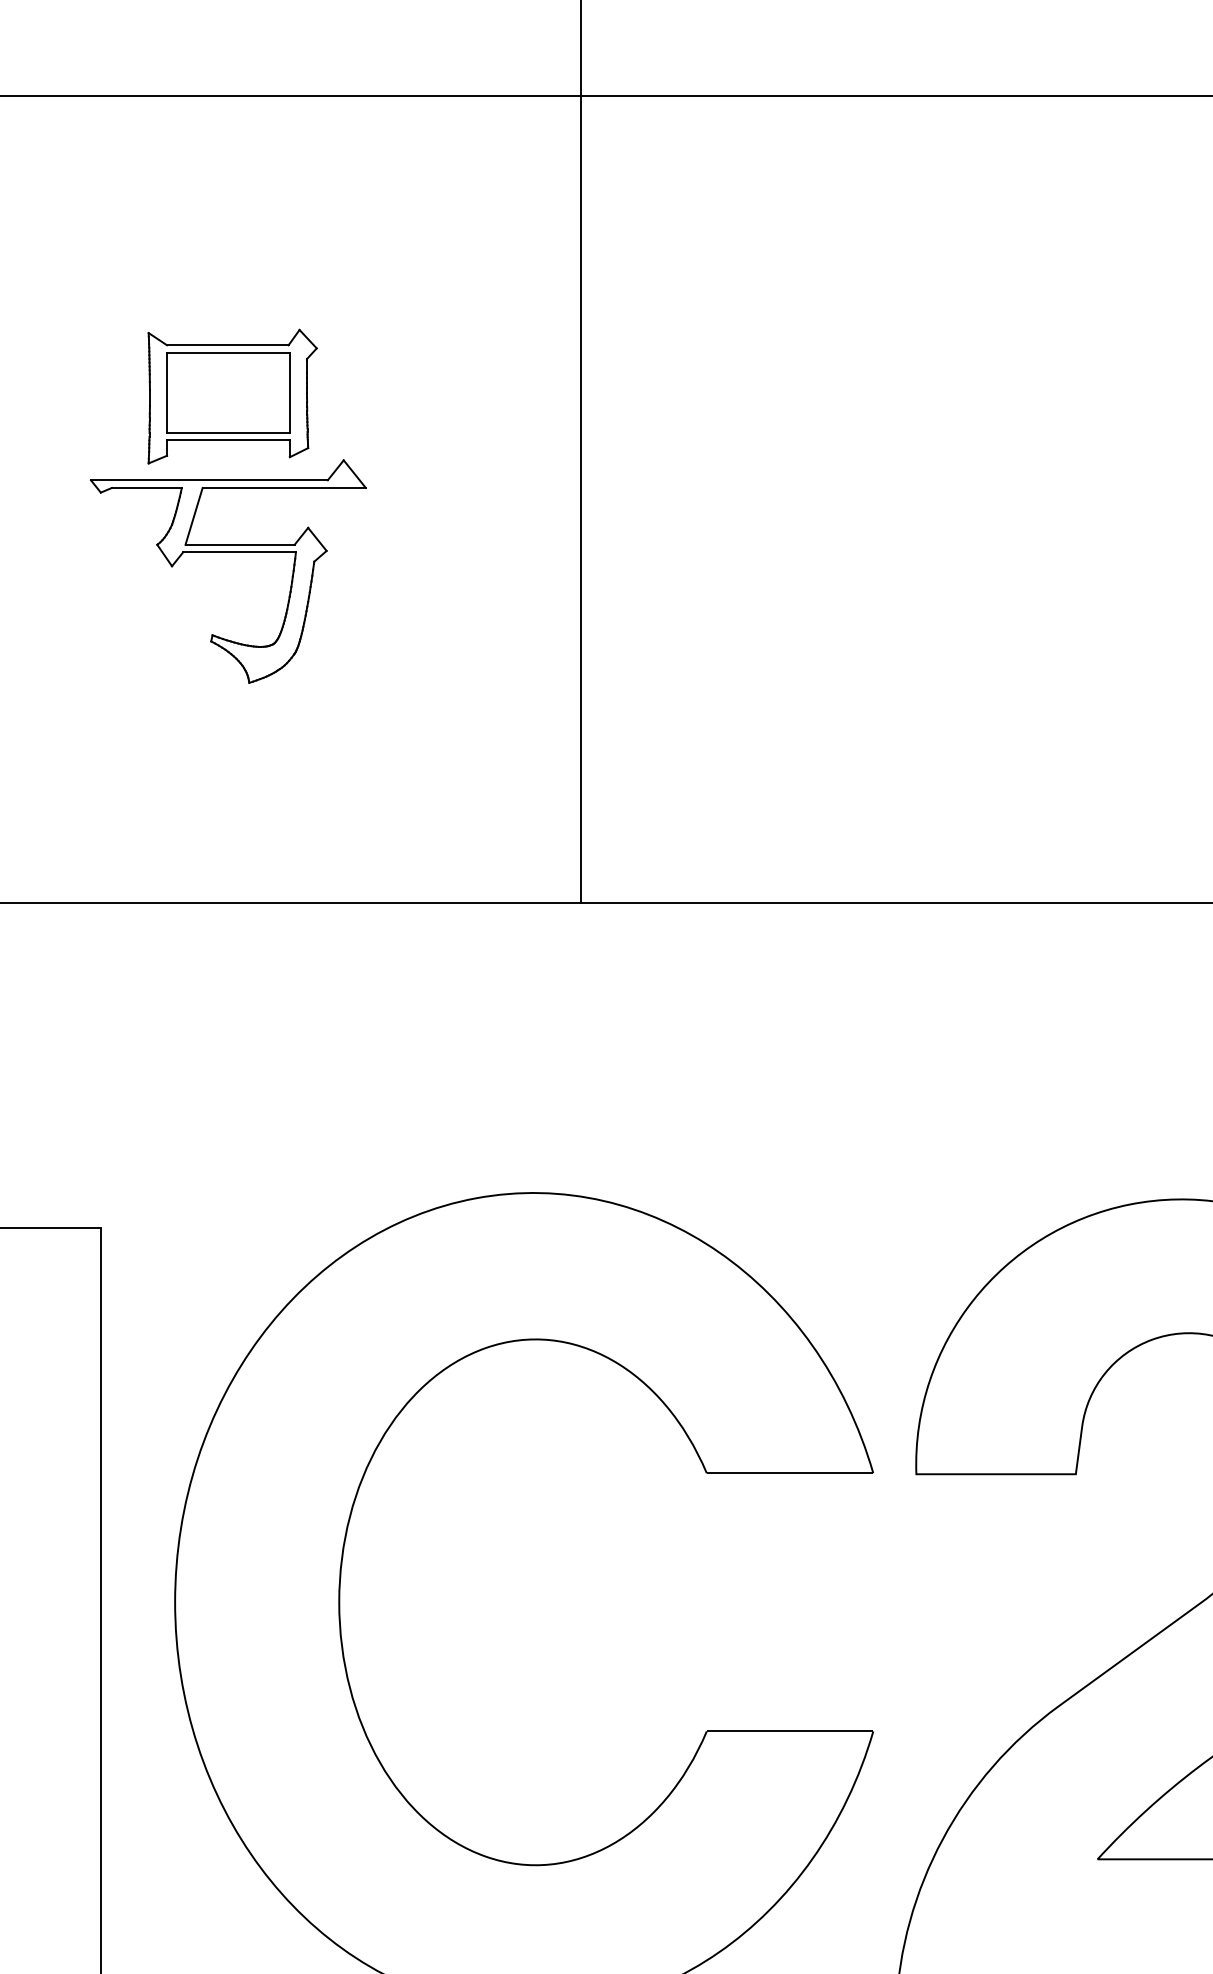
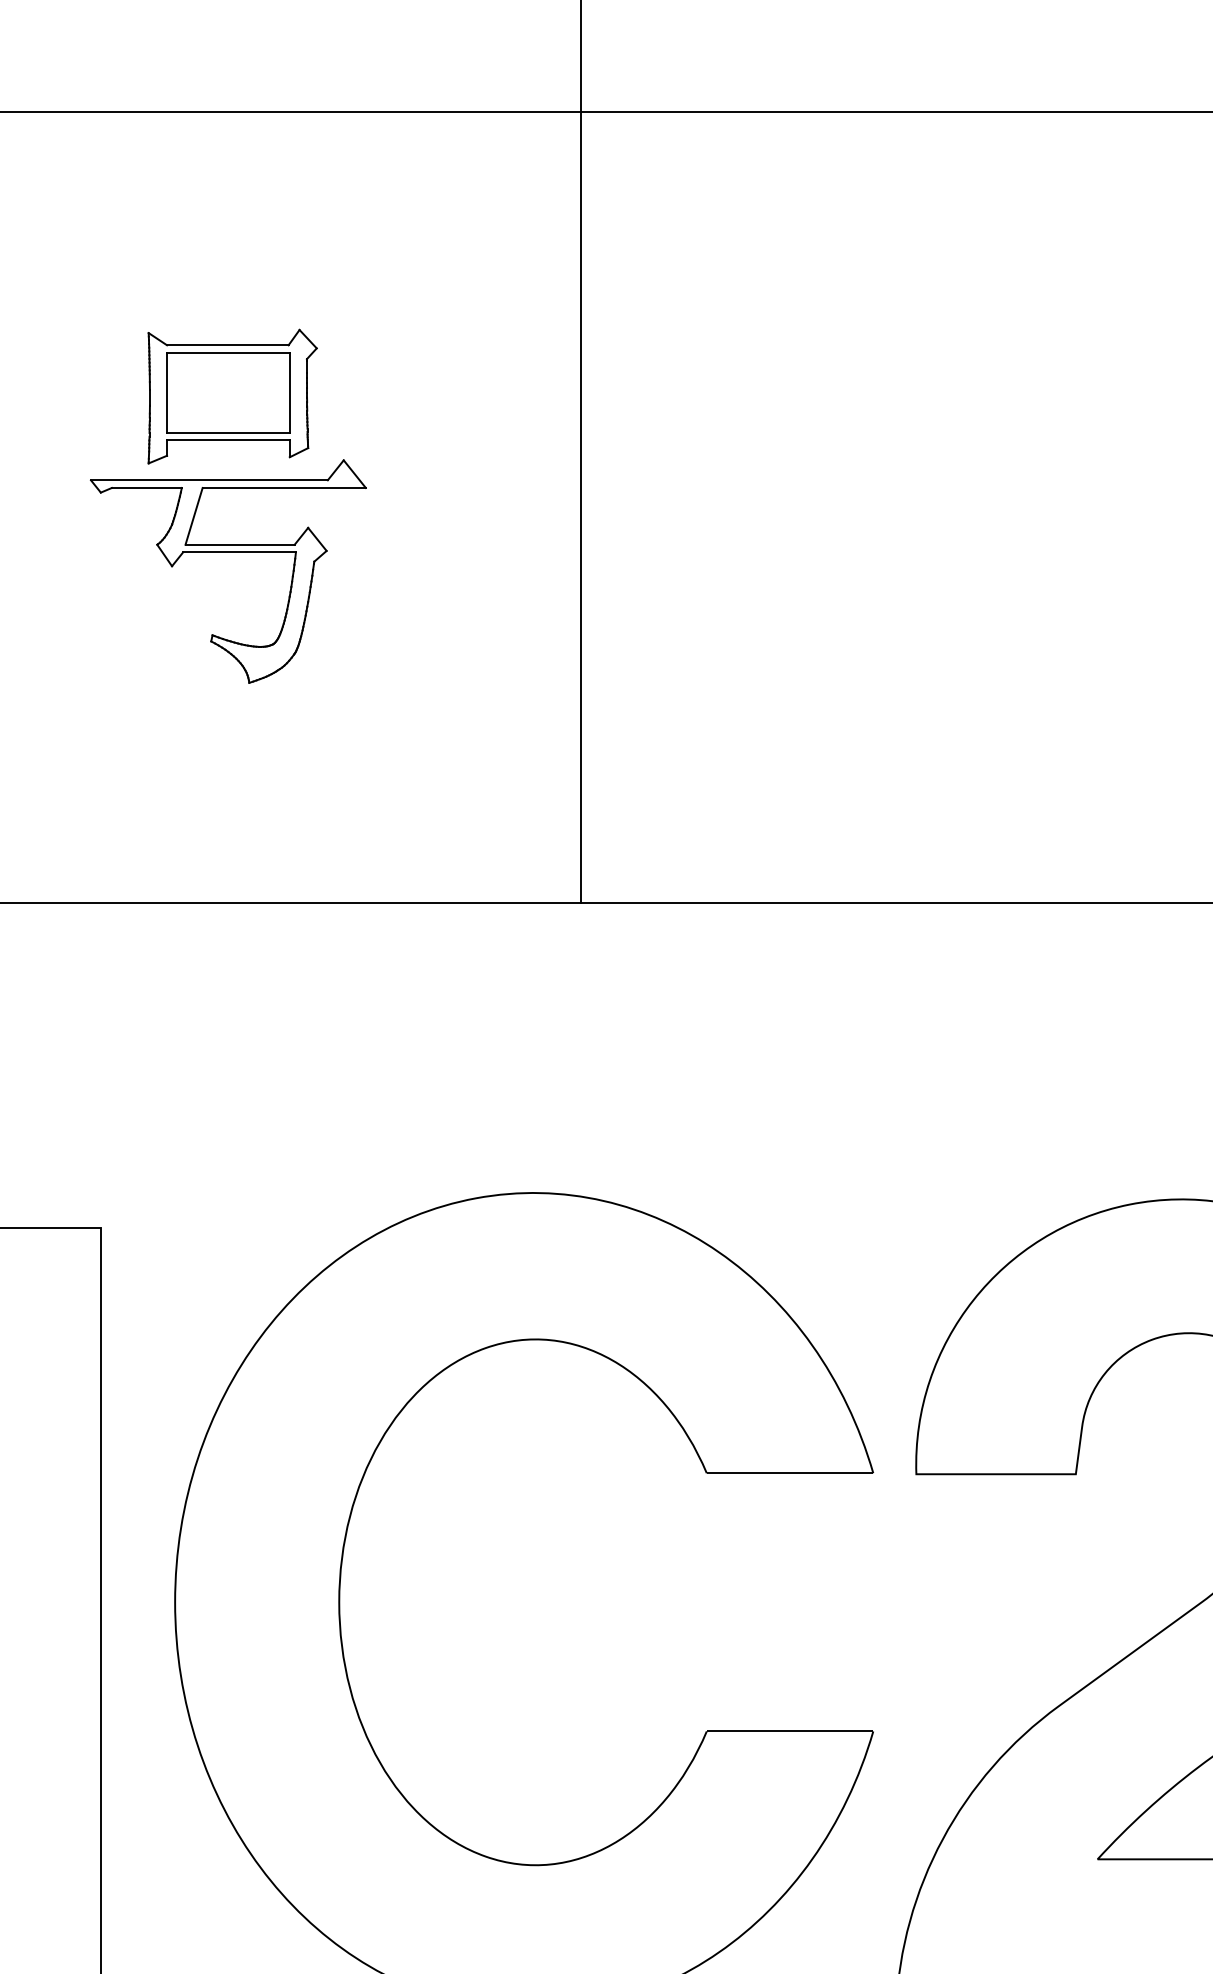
line at (605, 95) position: (605, 95) -> (605, 111)
